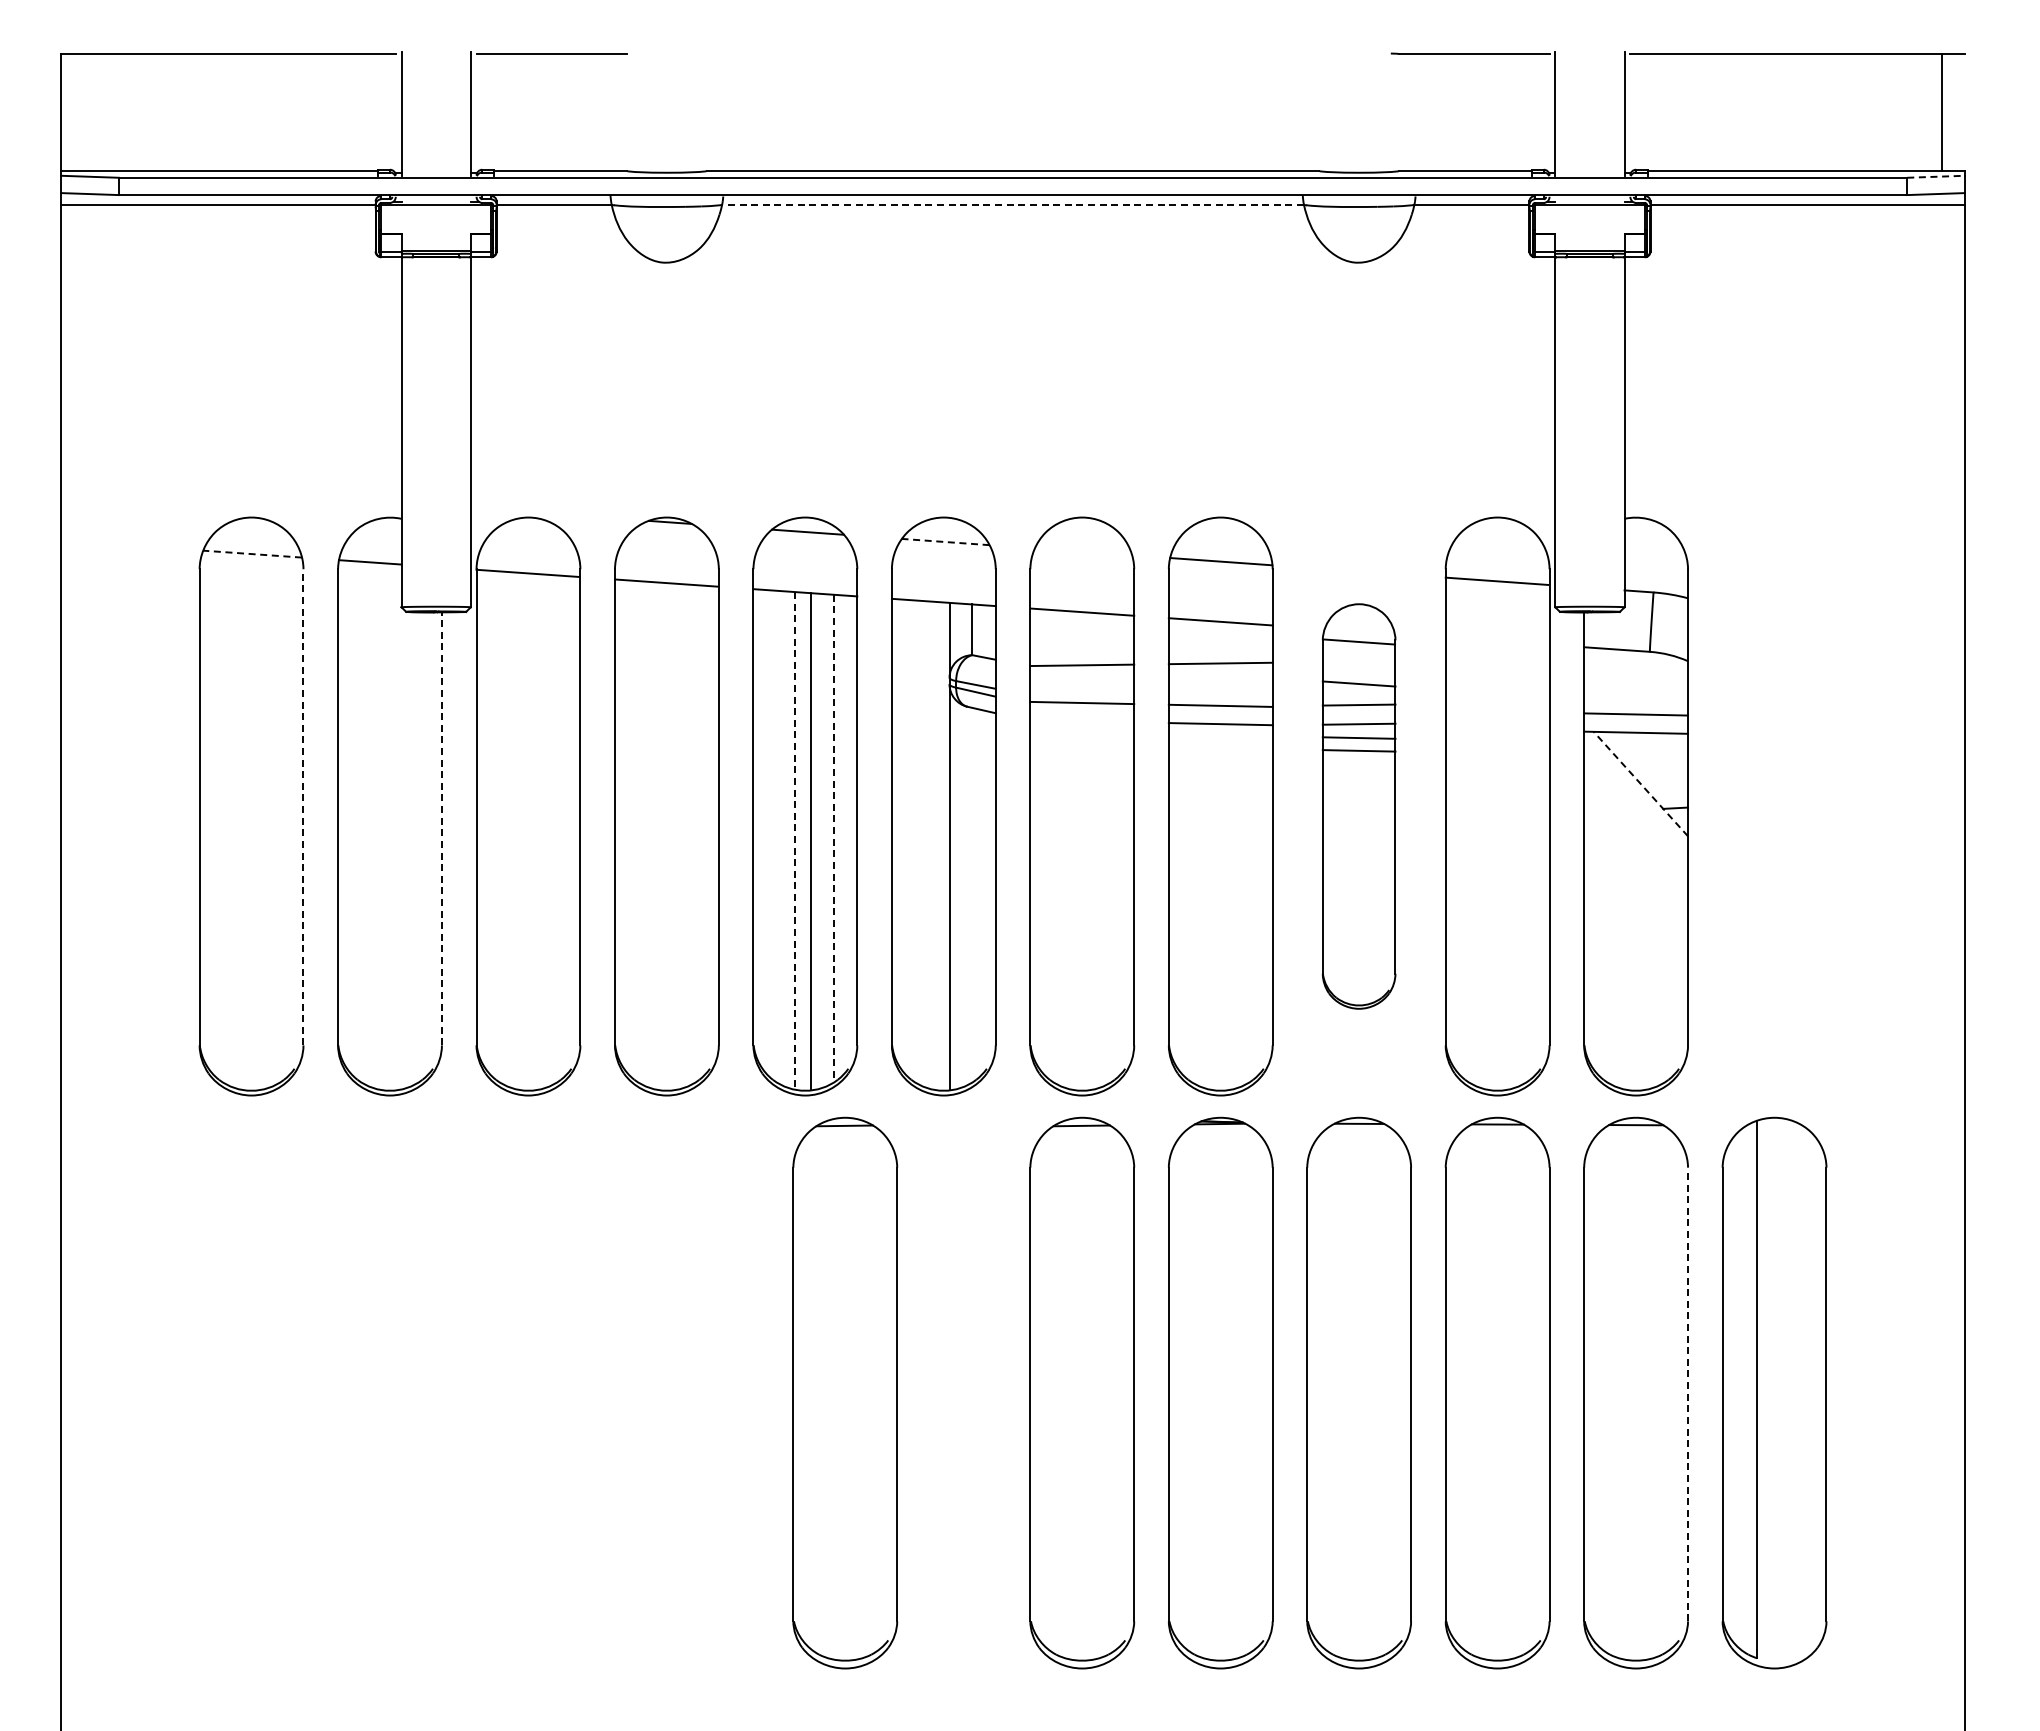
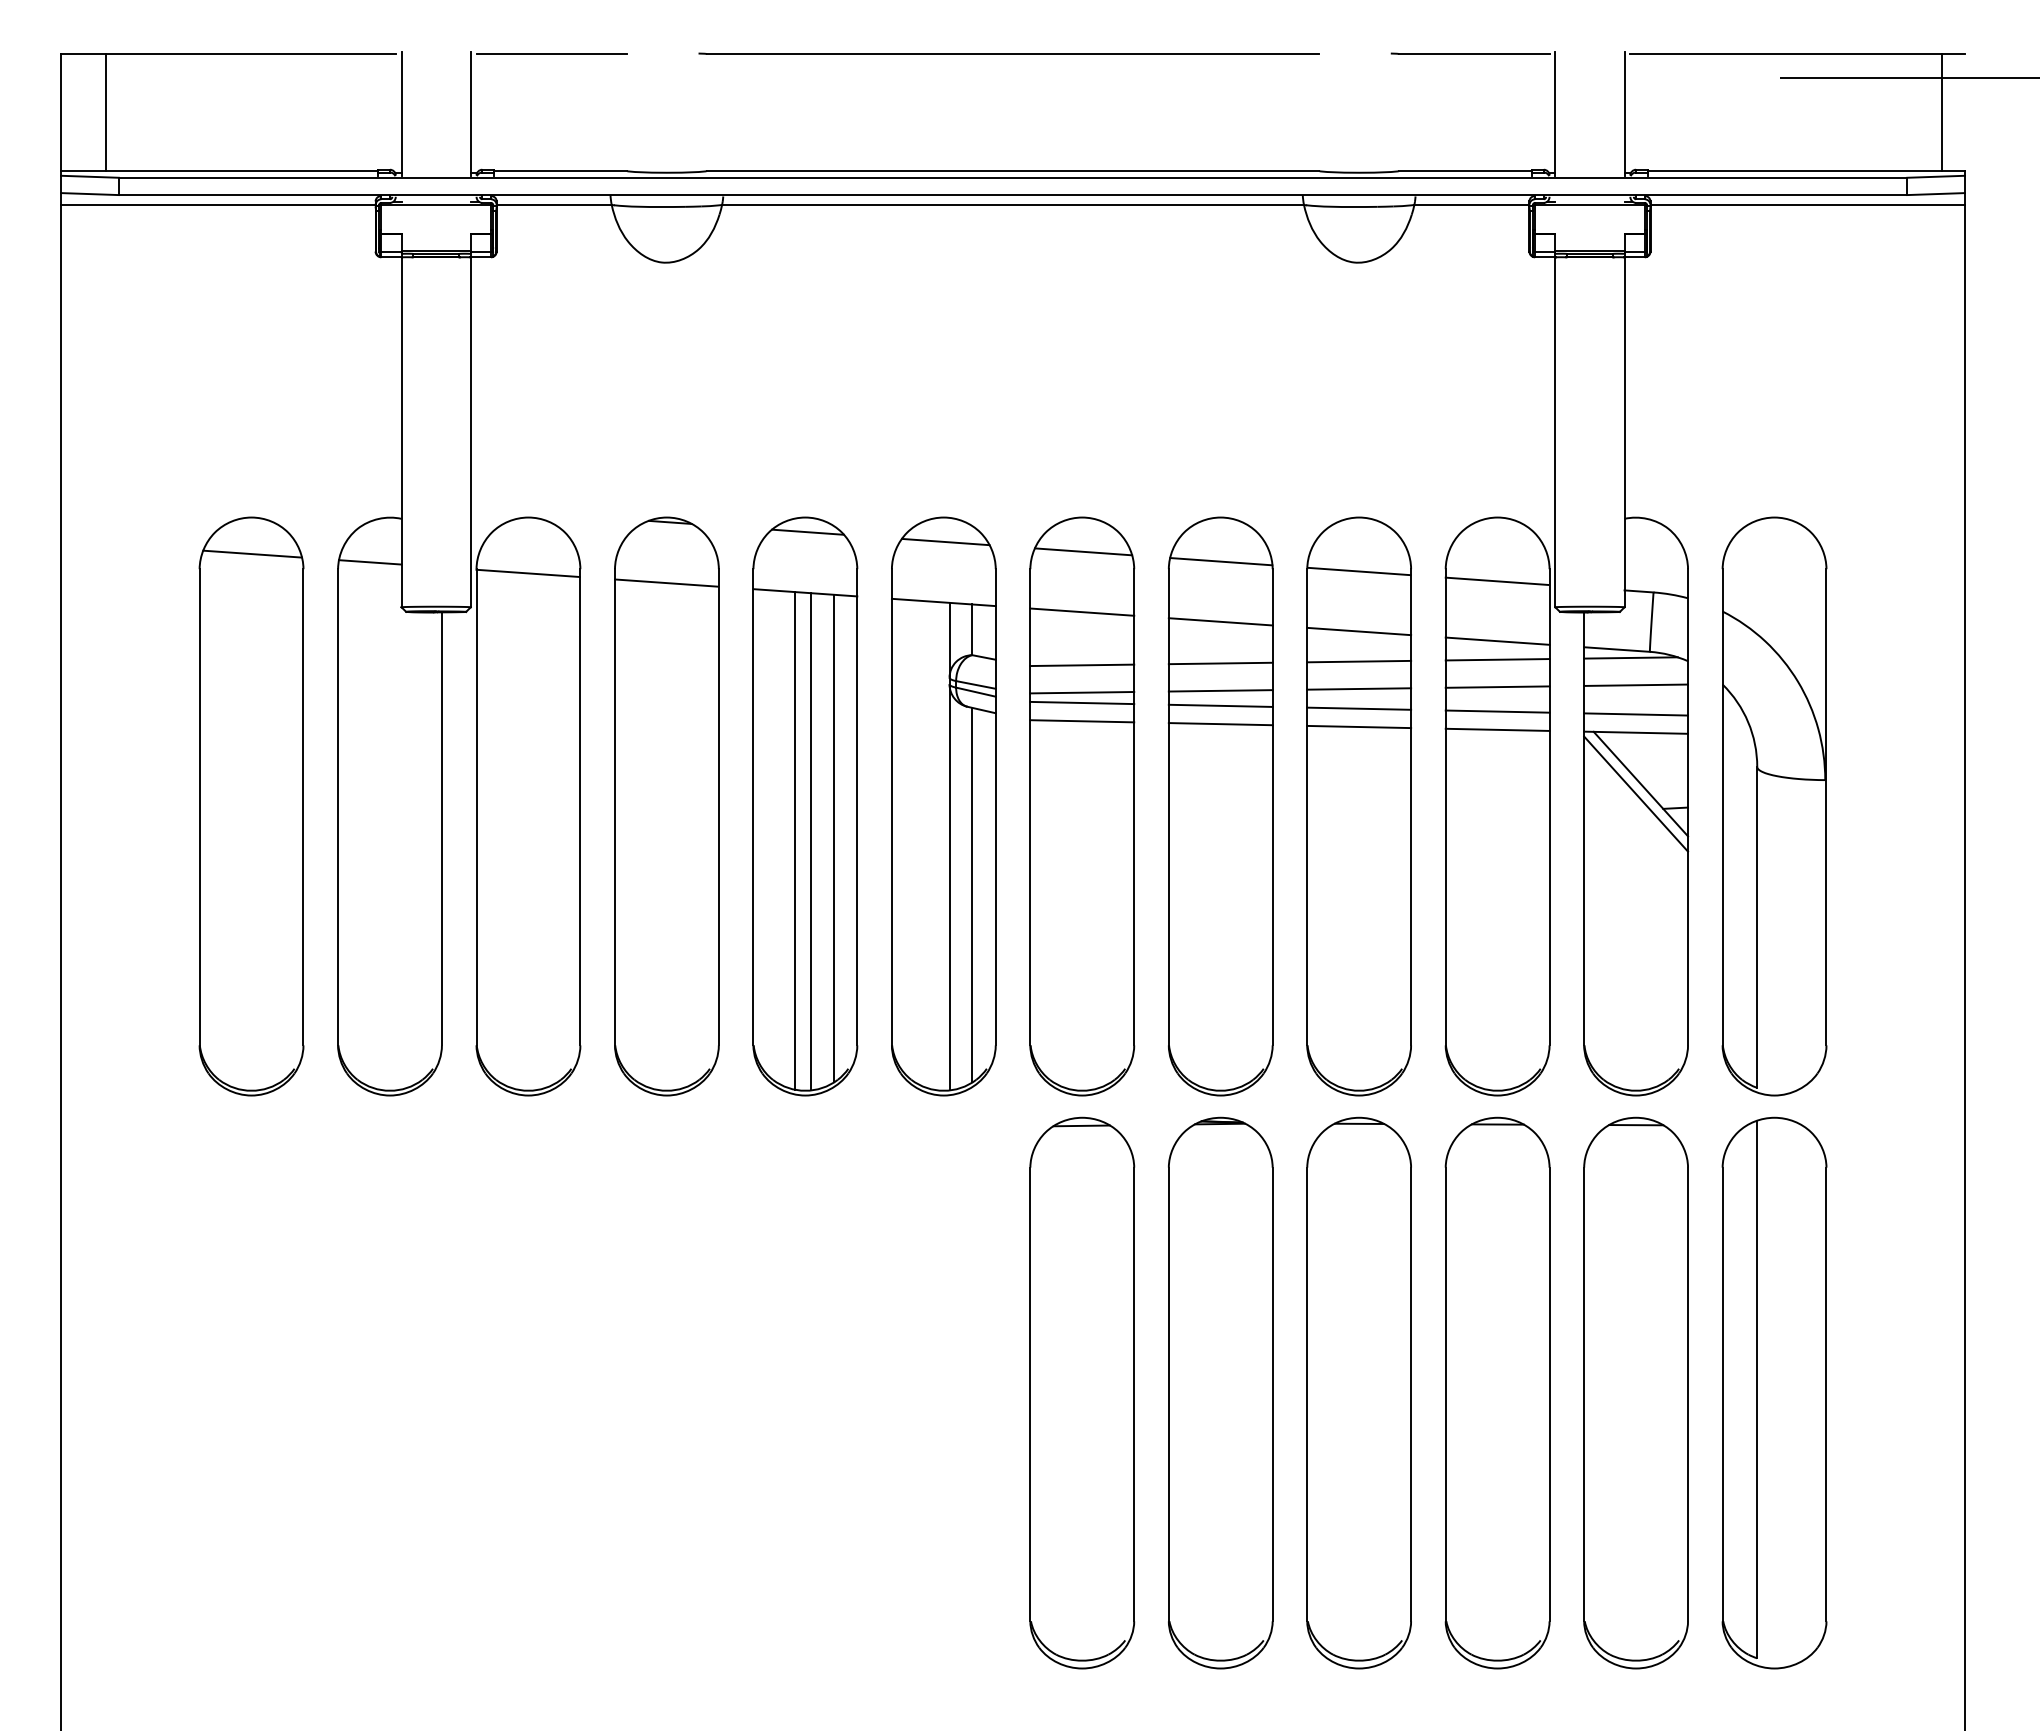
line at (1008, 53): none -> present
line at (1908, 77): none -> present
line at (106, 112): none -> present
line at (1936, 176): dashed -> solid
line at (1013, 205): dashed -> solid
line at (945, 542): dashed -> solid
line at (1083, 551): none -> present
line at (252, 554): dashed -> solid
line at (1497, 640): none -> present
line at (1630, 657): none -> present
line at (1497, 659): none -> present
line at (1636, 684): none -> present
line at (1497, 686): none -> present
line at (1220, 690): none -> present
line at (1082, 692): none -> present
line at (1497, 711): none -> present
line at (1082, 721): none -> present
line at (1497, 729): none -> present
line at (1640, 783): dashed -> solid
line at (1636, 793): none -> present
line at (303, 806): dashed -> solid
part at (1358, 806) size: 76x407 px -> 106x581 px
part at (1774, 806): none -> present
line at (441, 828): dashed -> solid
line at (834, 838): dashed -> solid
line at (795, 840): dashed -> solid
line at (972, 894): none -> present
part at (845, 1392): present -> none
line at (1688, 1394): dashed -> solid
